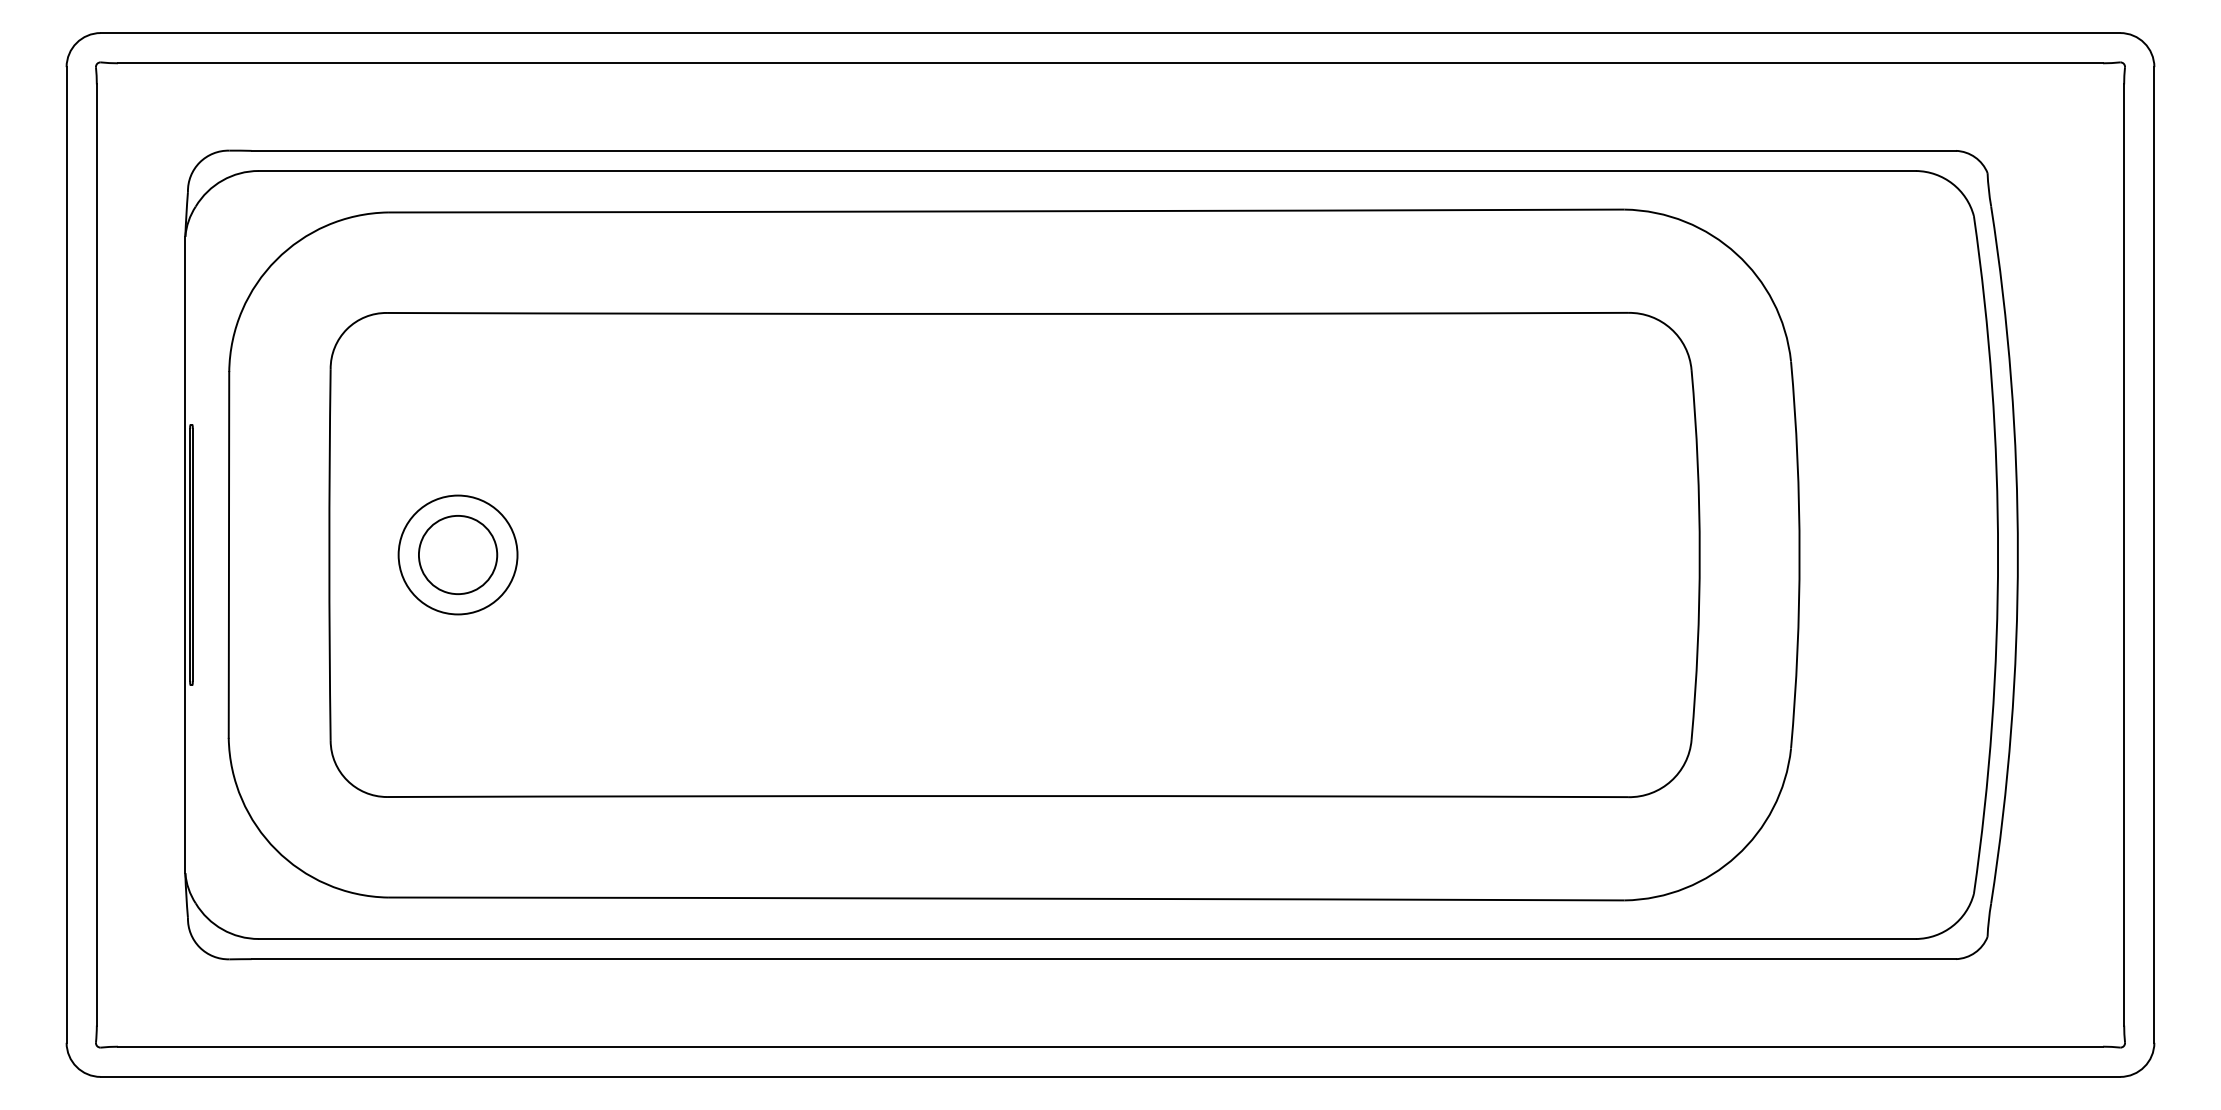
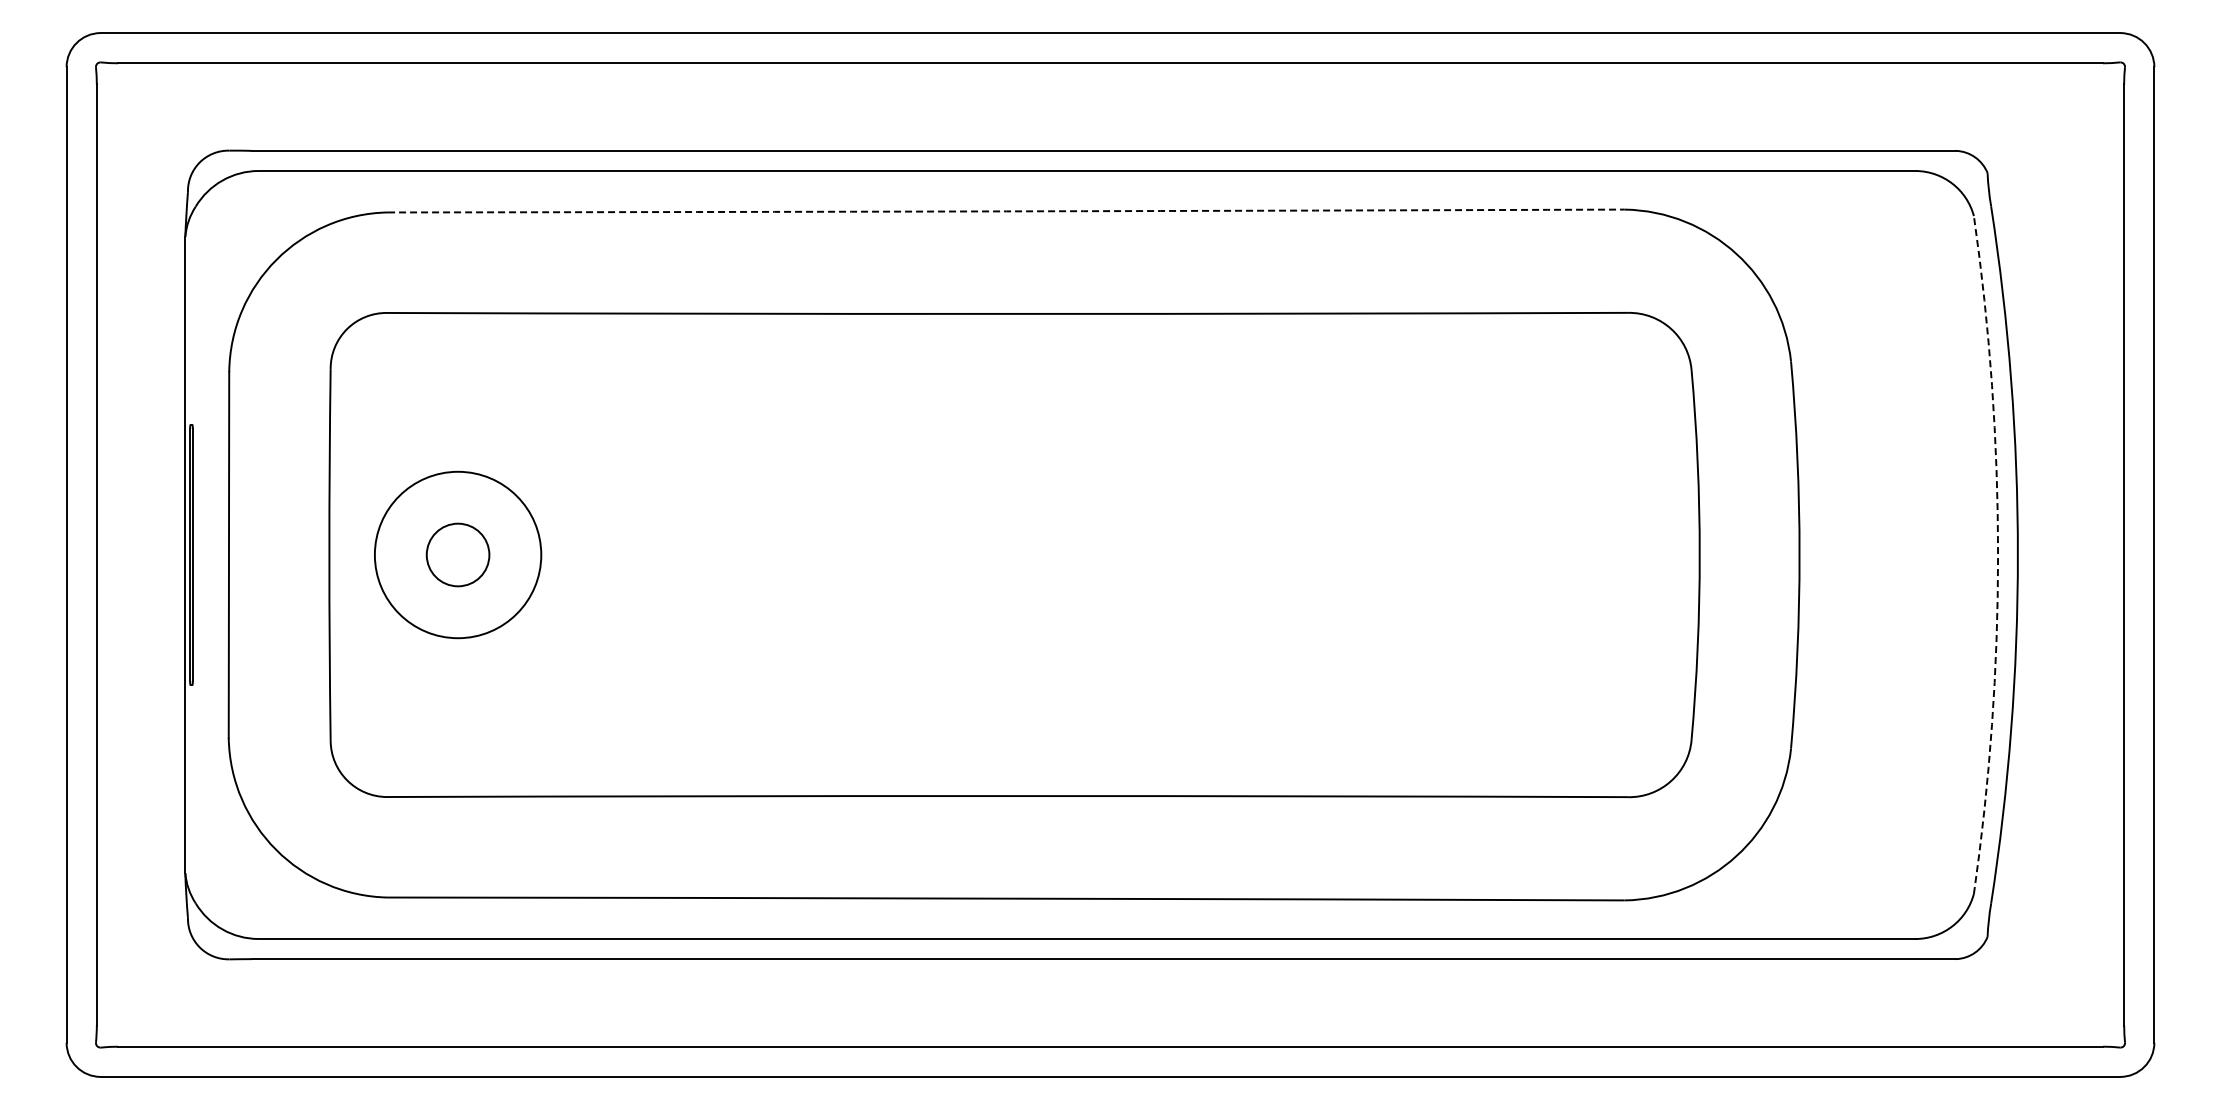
arc at (1006, 211): solid -> dashed
circle at (457, 554) diameter: 119 px -> 166 px
circle at (457, 554) diameter: 78 px -> 63 px
arc at (1998, 555): solid -> dashed
